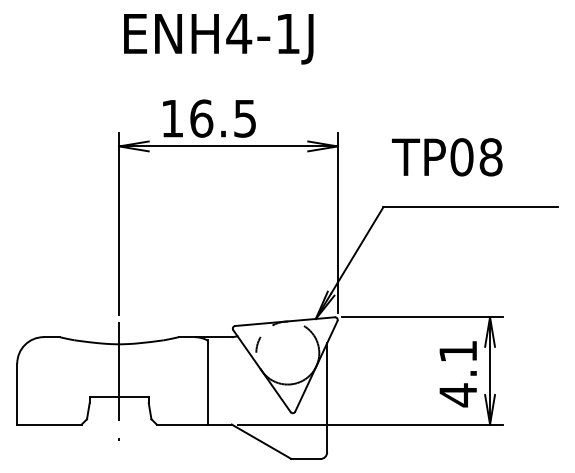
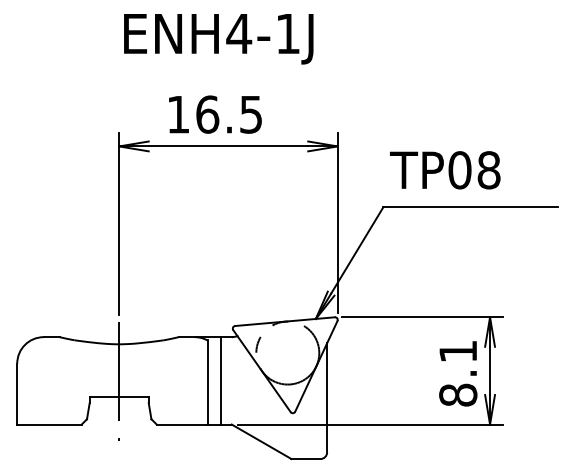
text at (209, 118) position: (209, 118) -> (215, 114)
text at (447, 157) position: (447, 157) -> (445, 170)
line at (221, 380): none -> present
text at (458, 395): 4.1 -> 8.1
